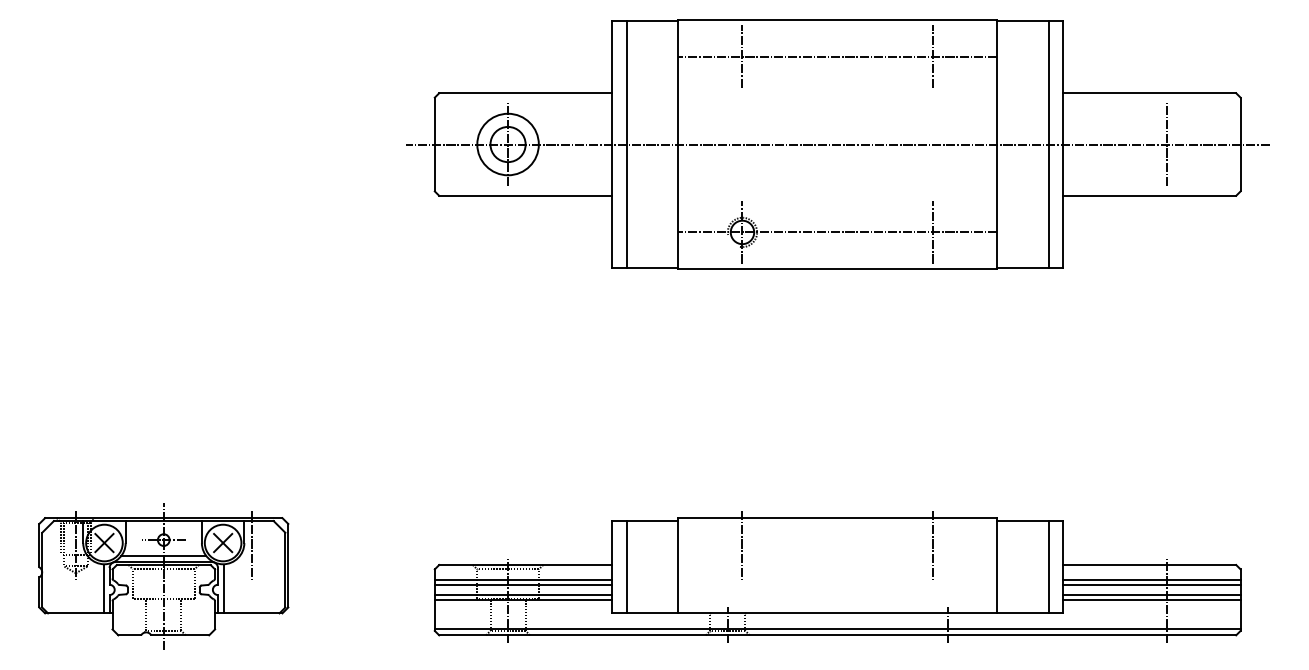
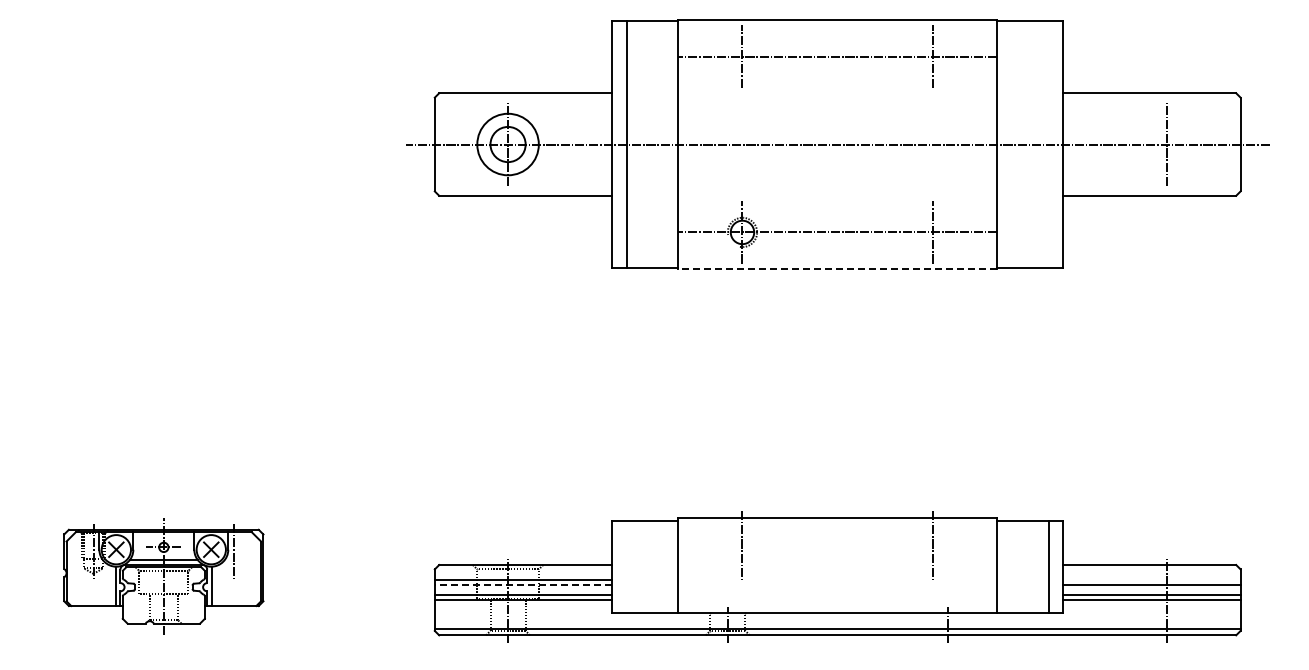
line at (1048, 144): present -> none
line at (837, 269): solid -> dashed
line at (626, 567): present -> none
part at (163, 576) size: 252x147 px -> 202x117 px
line at (1151, 580): present -> none
line at (523, 584): solid -> dashed
